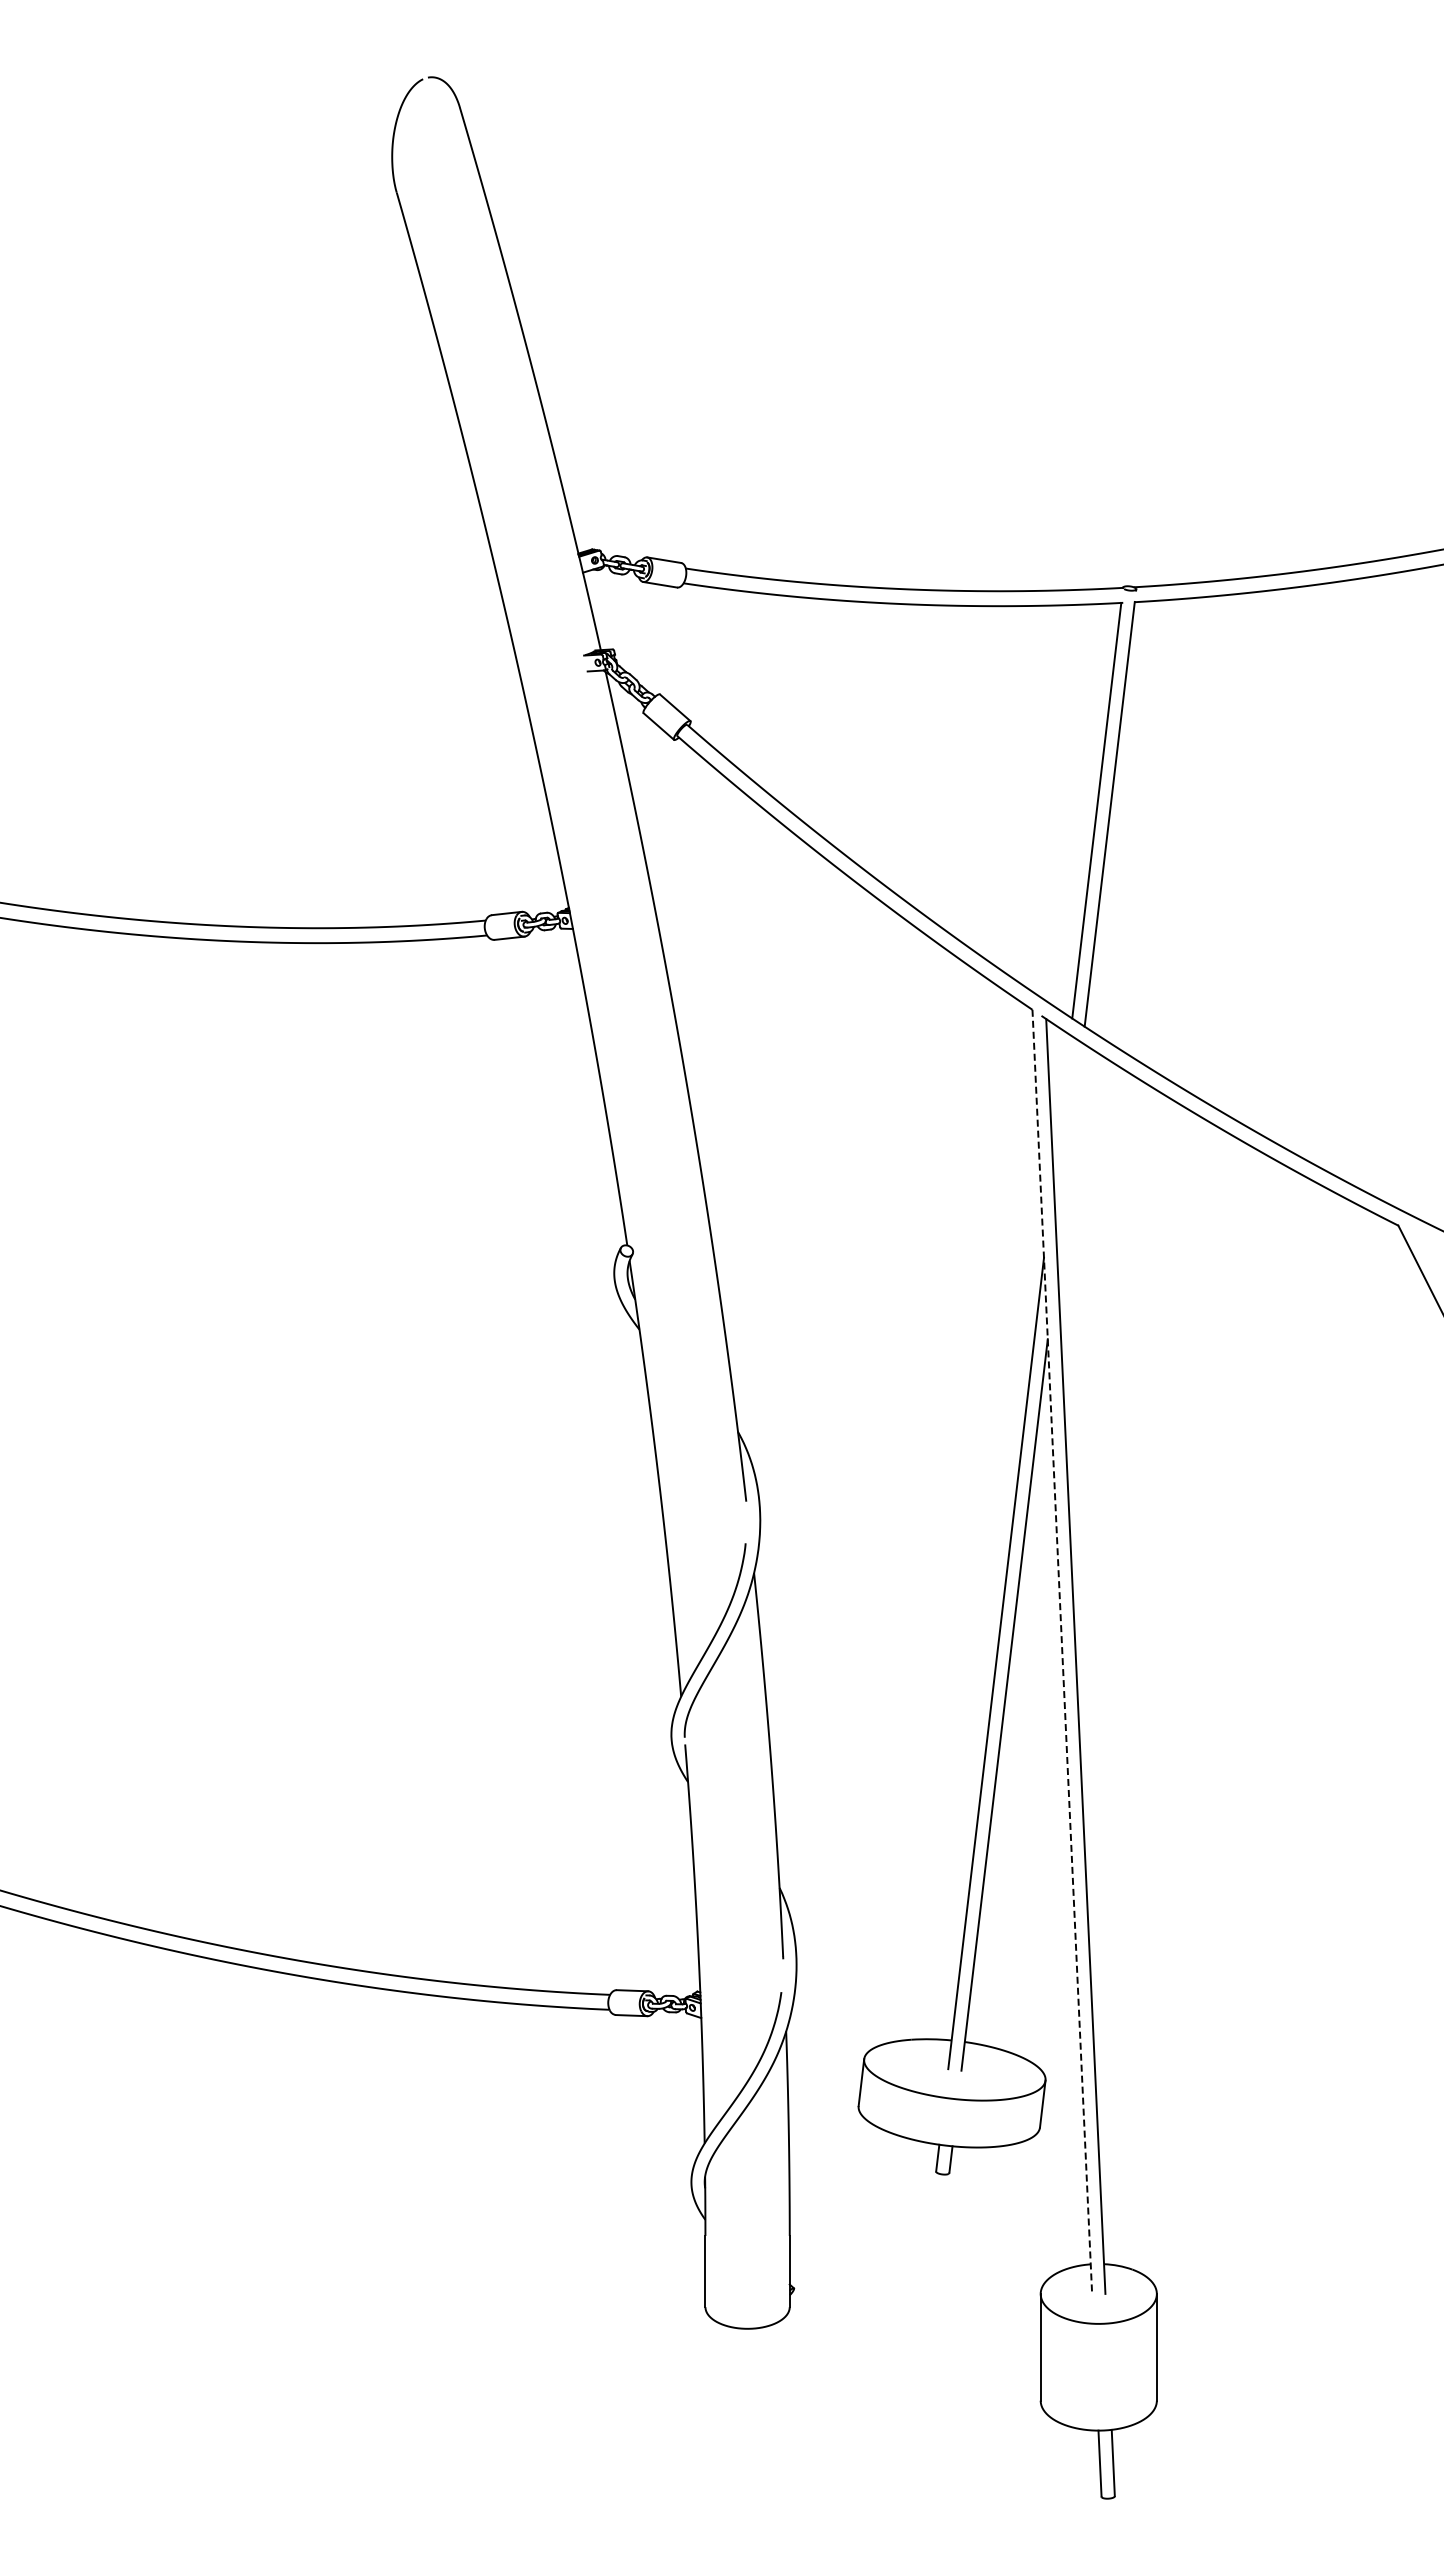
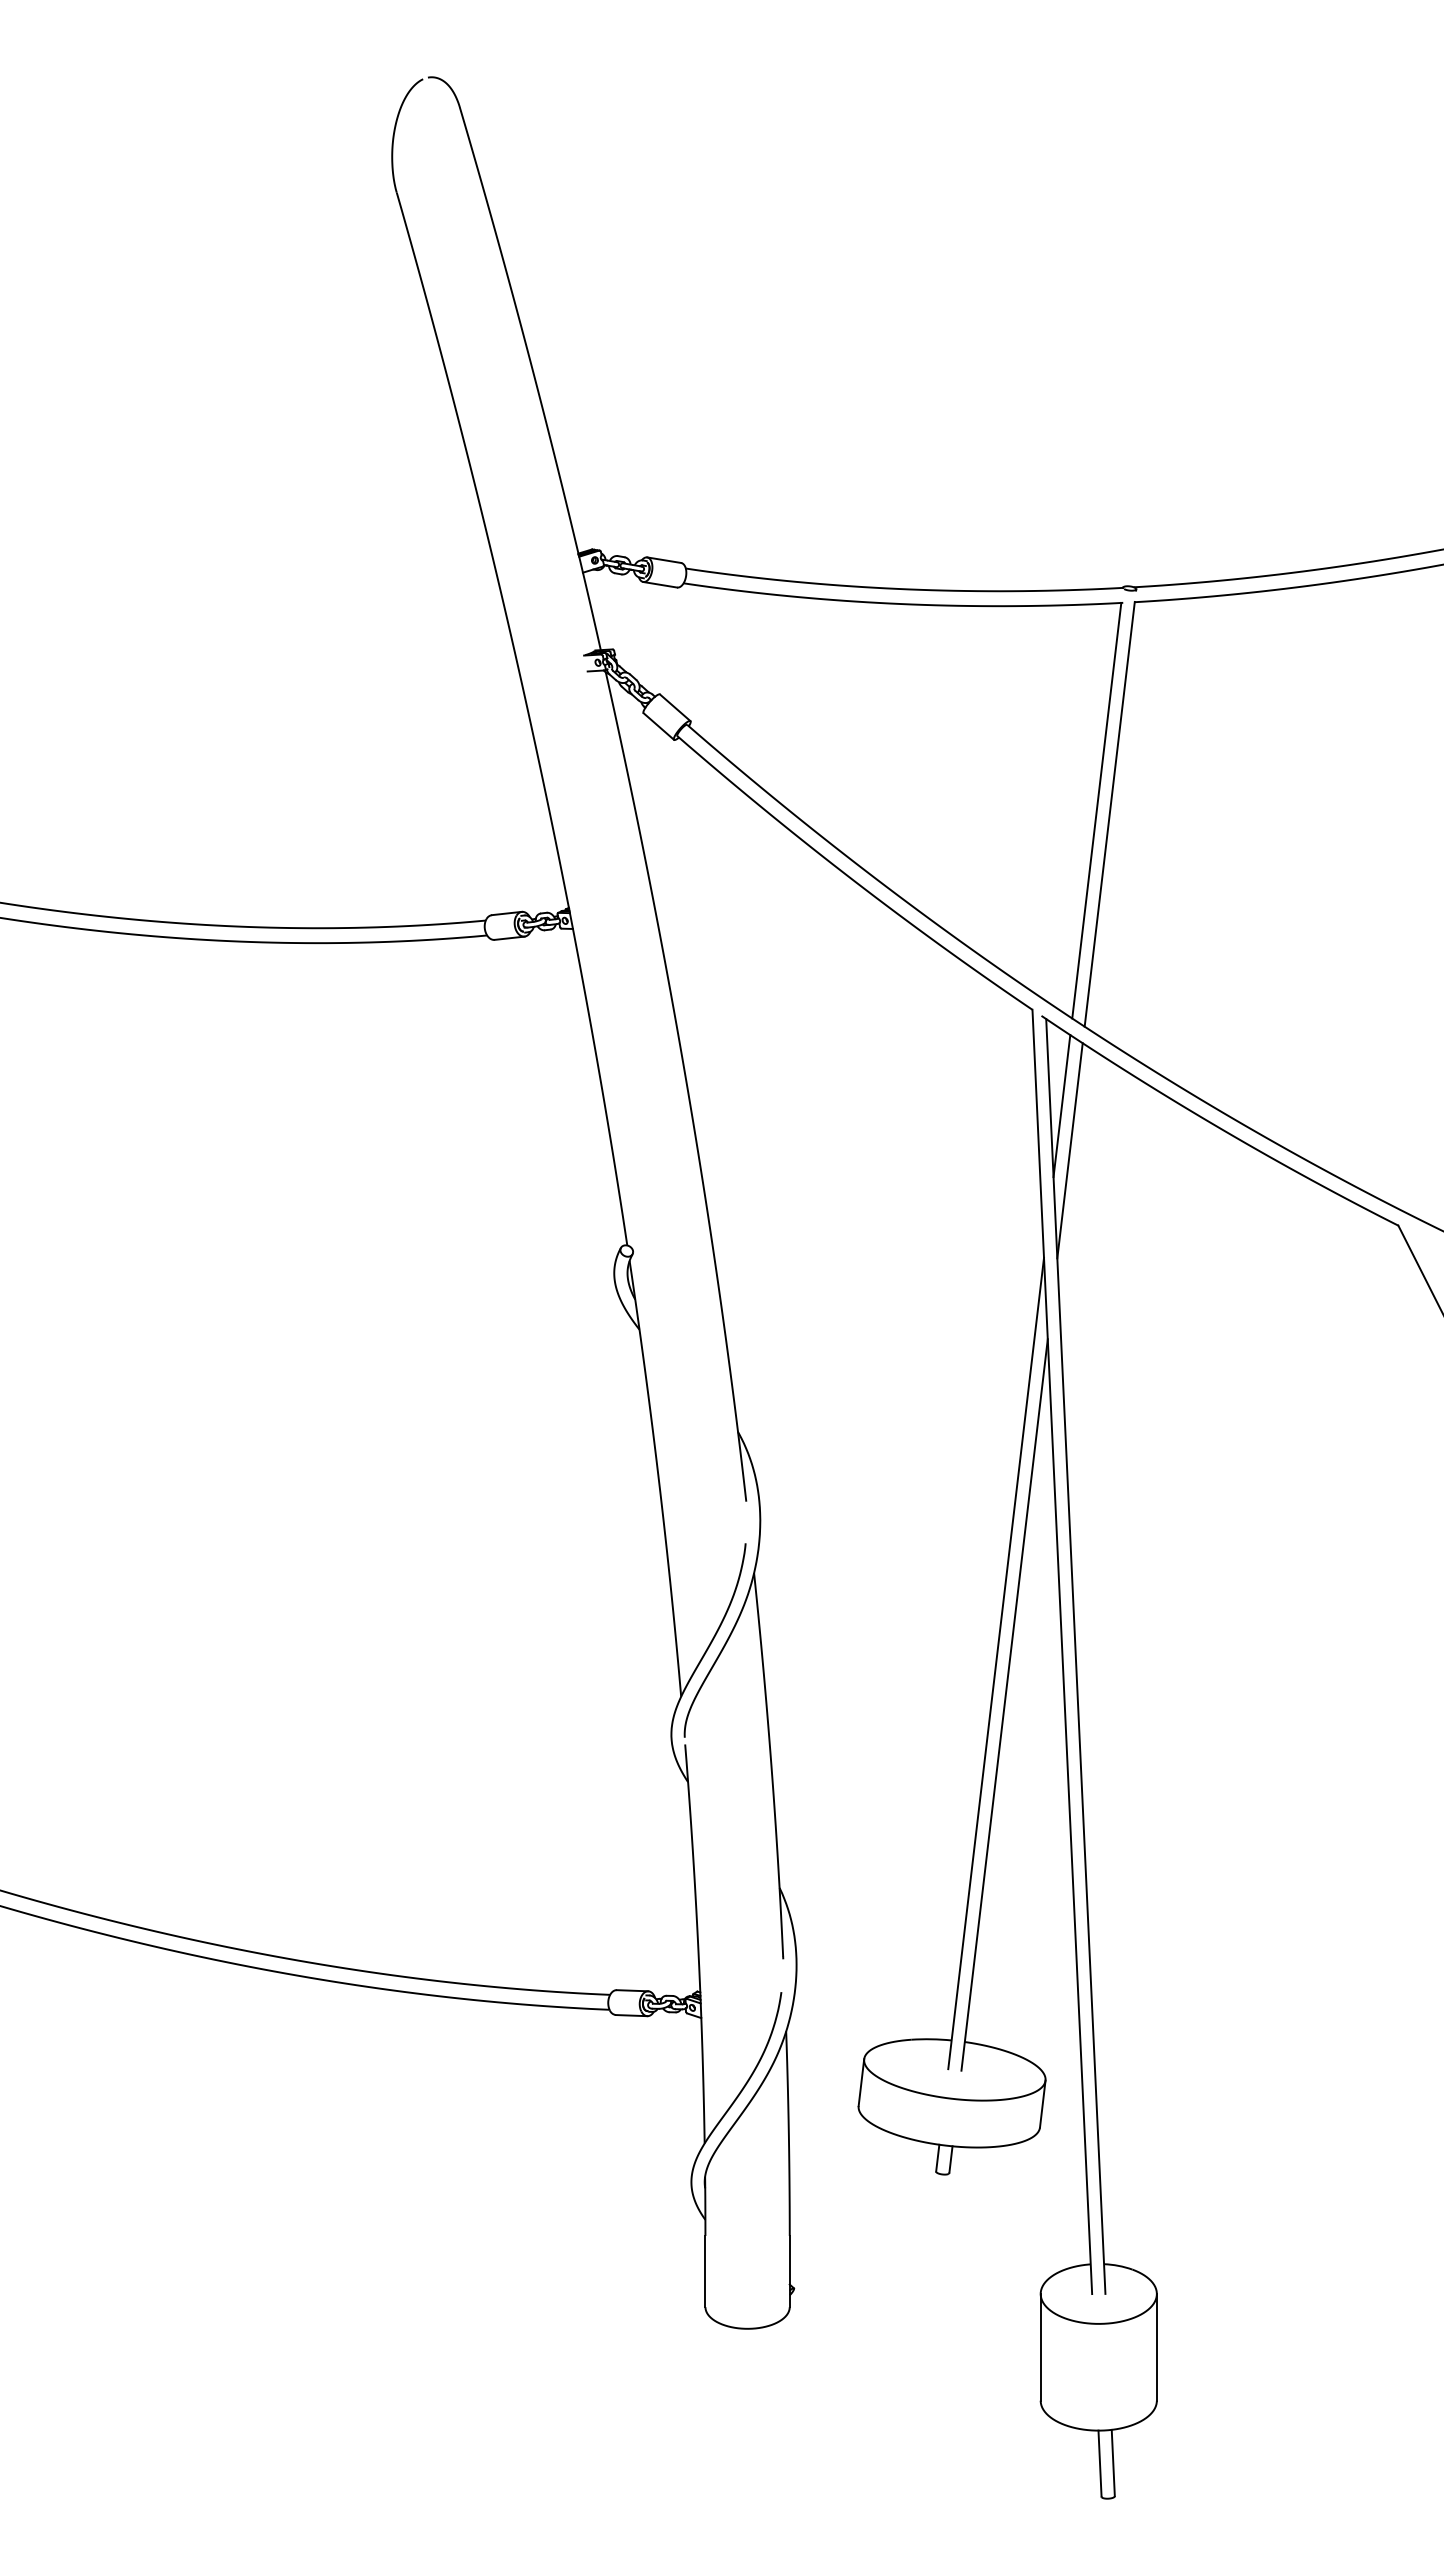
line at (1061, 1106): none -> present
line at (1069, 1150): none -> present
line at (1062, 1651): dashed -> solid
